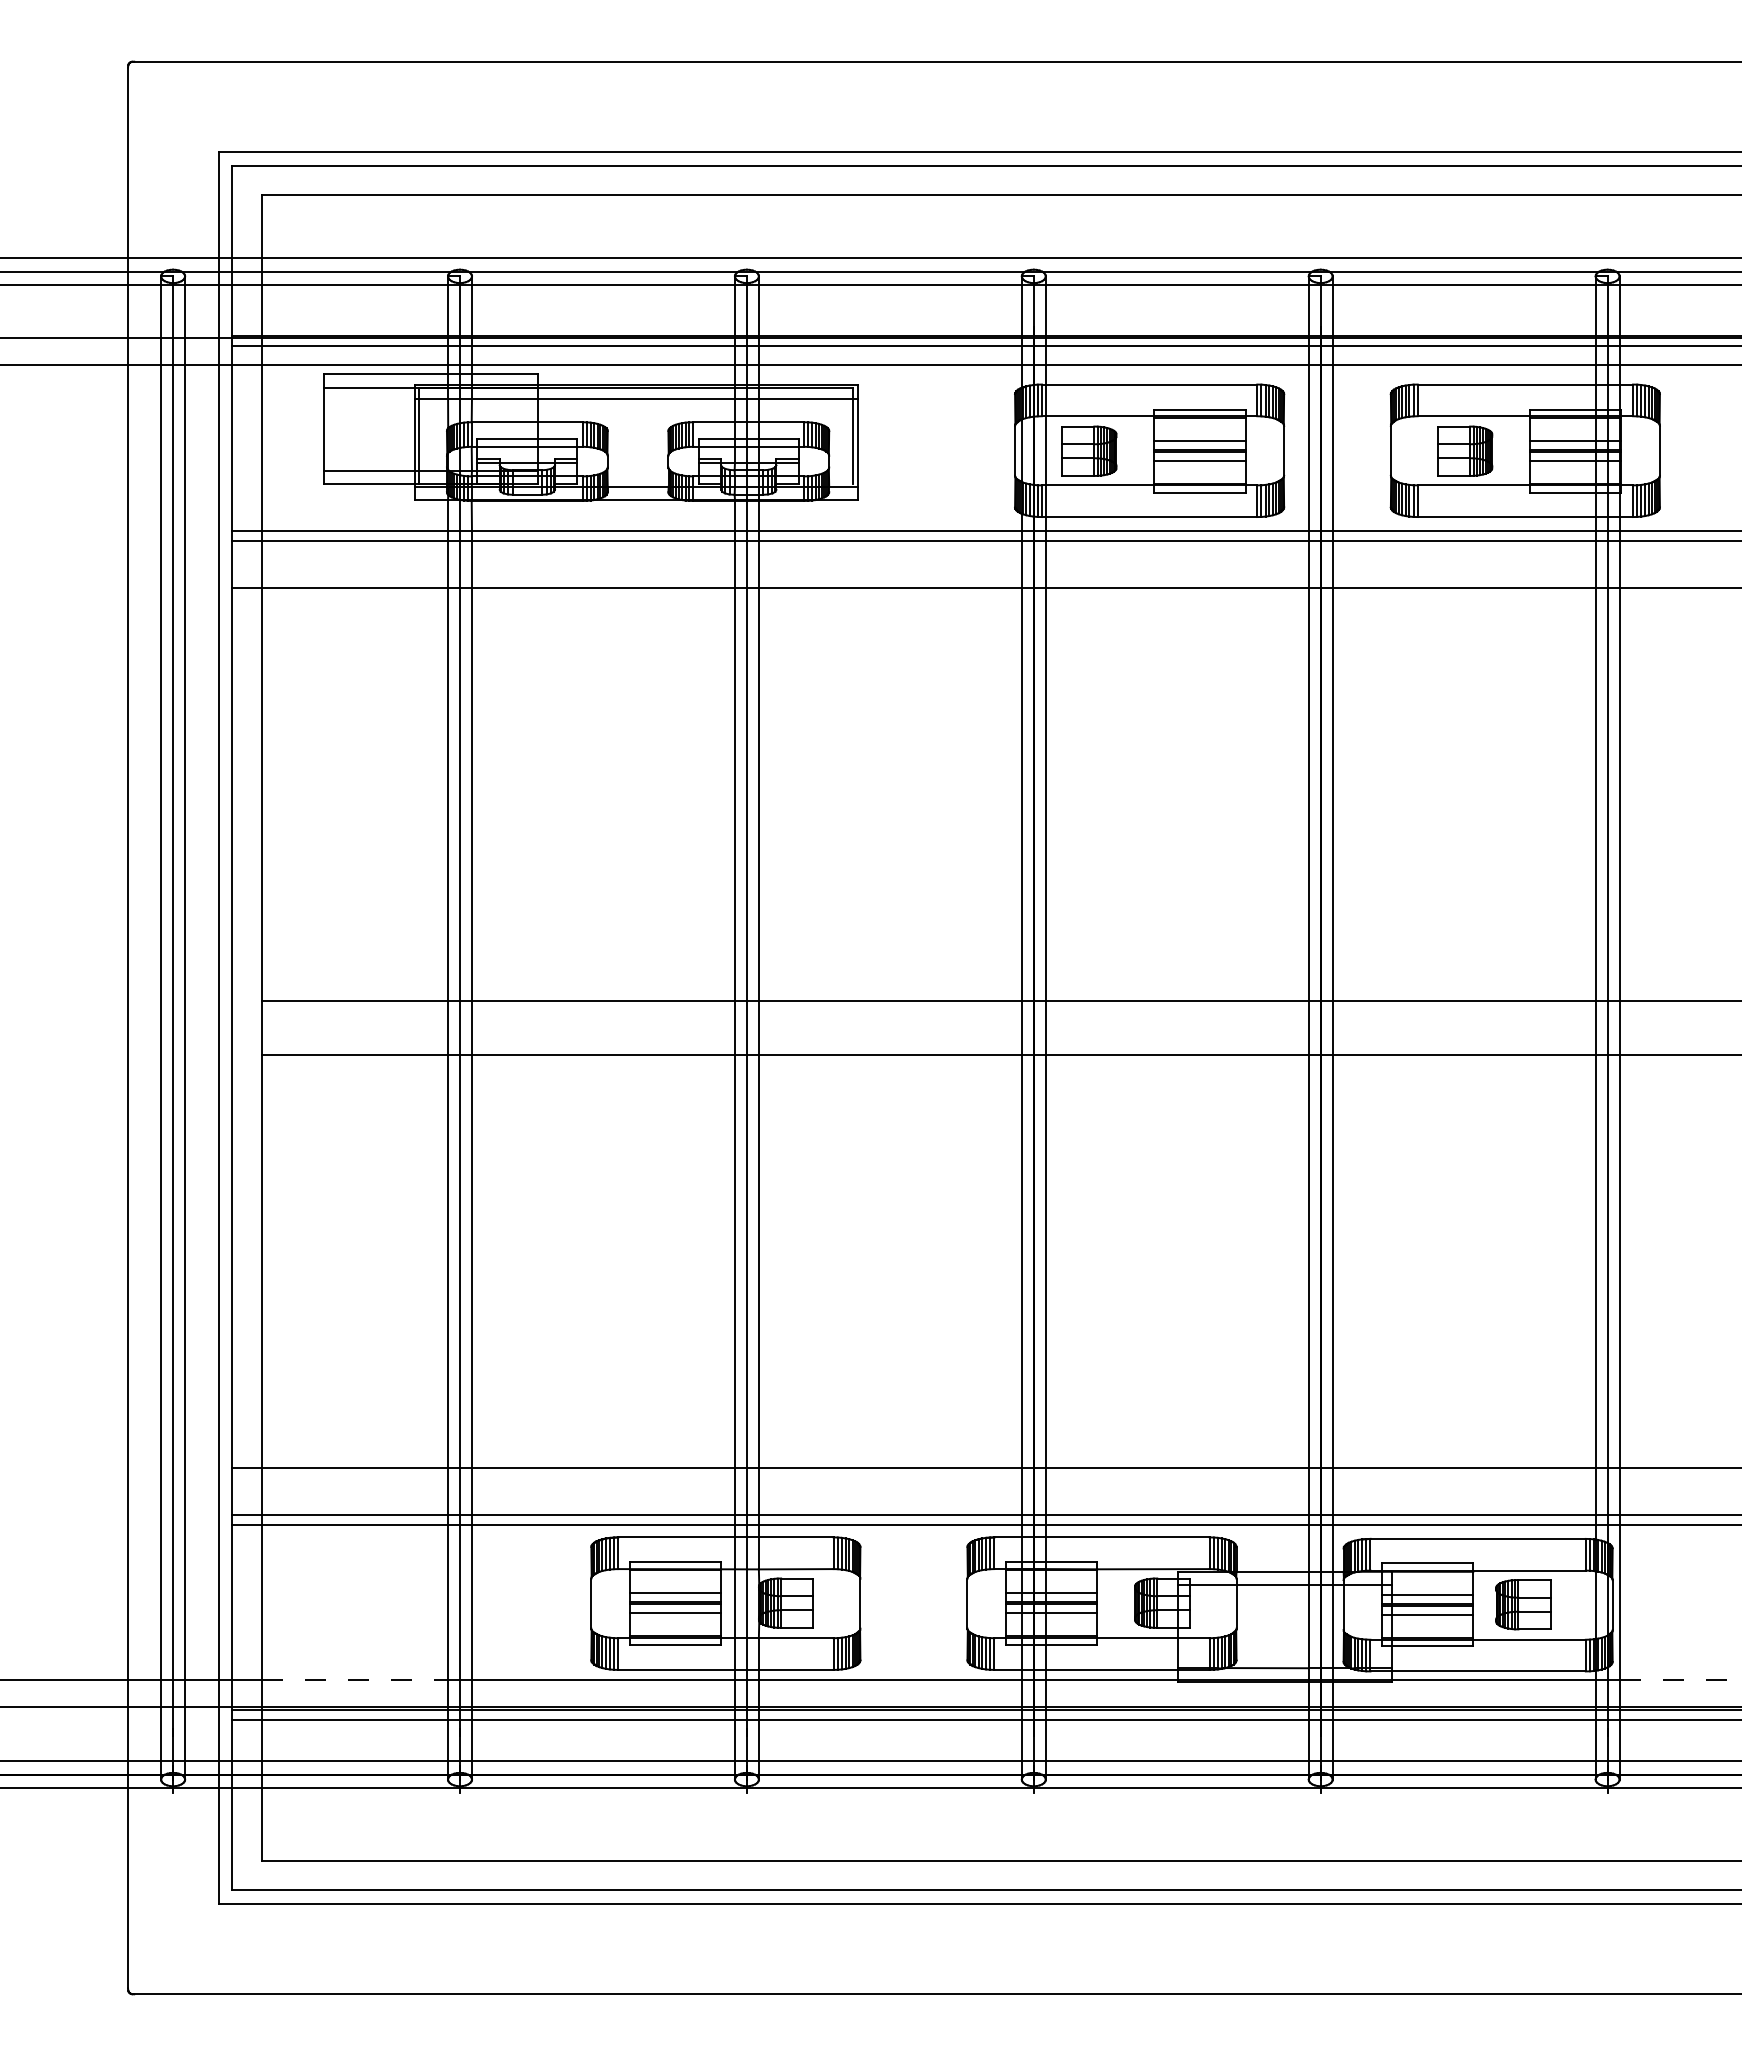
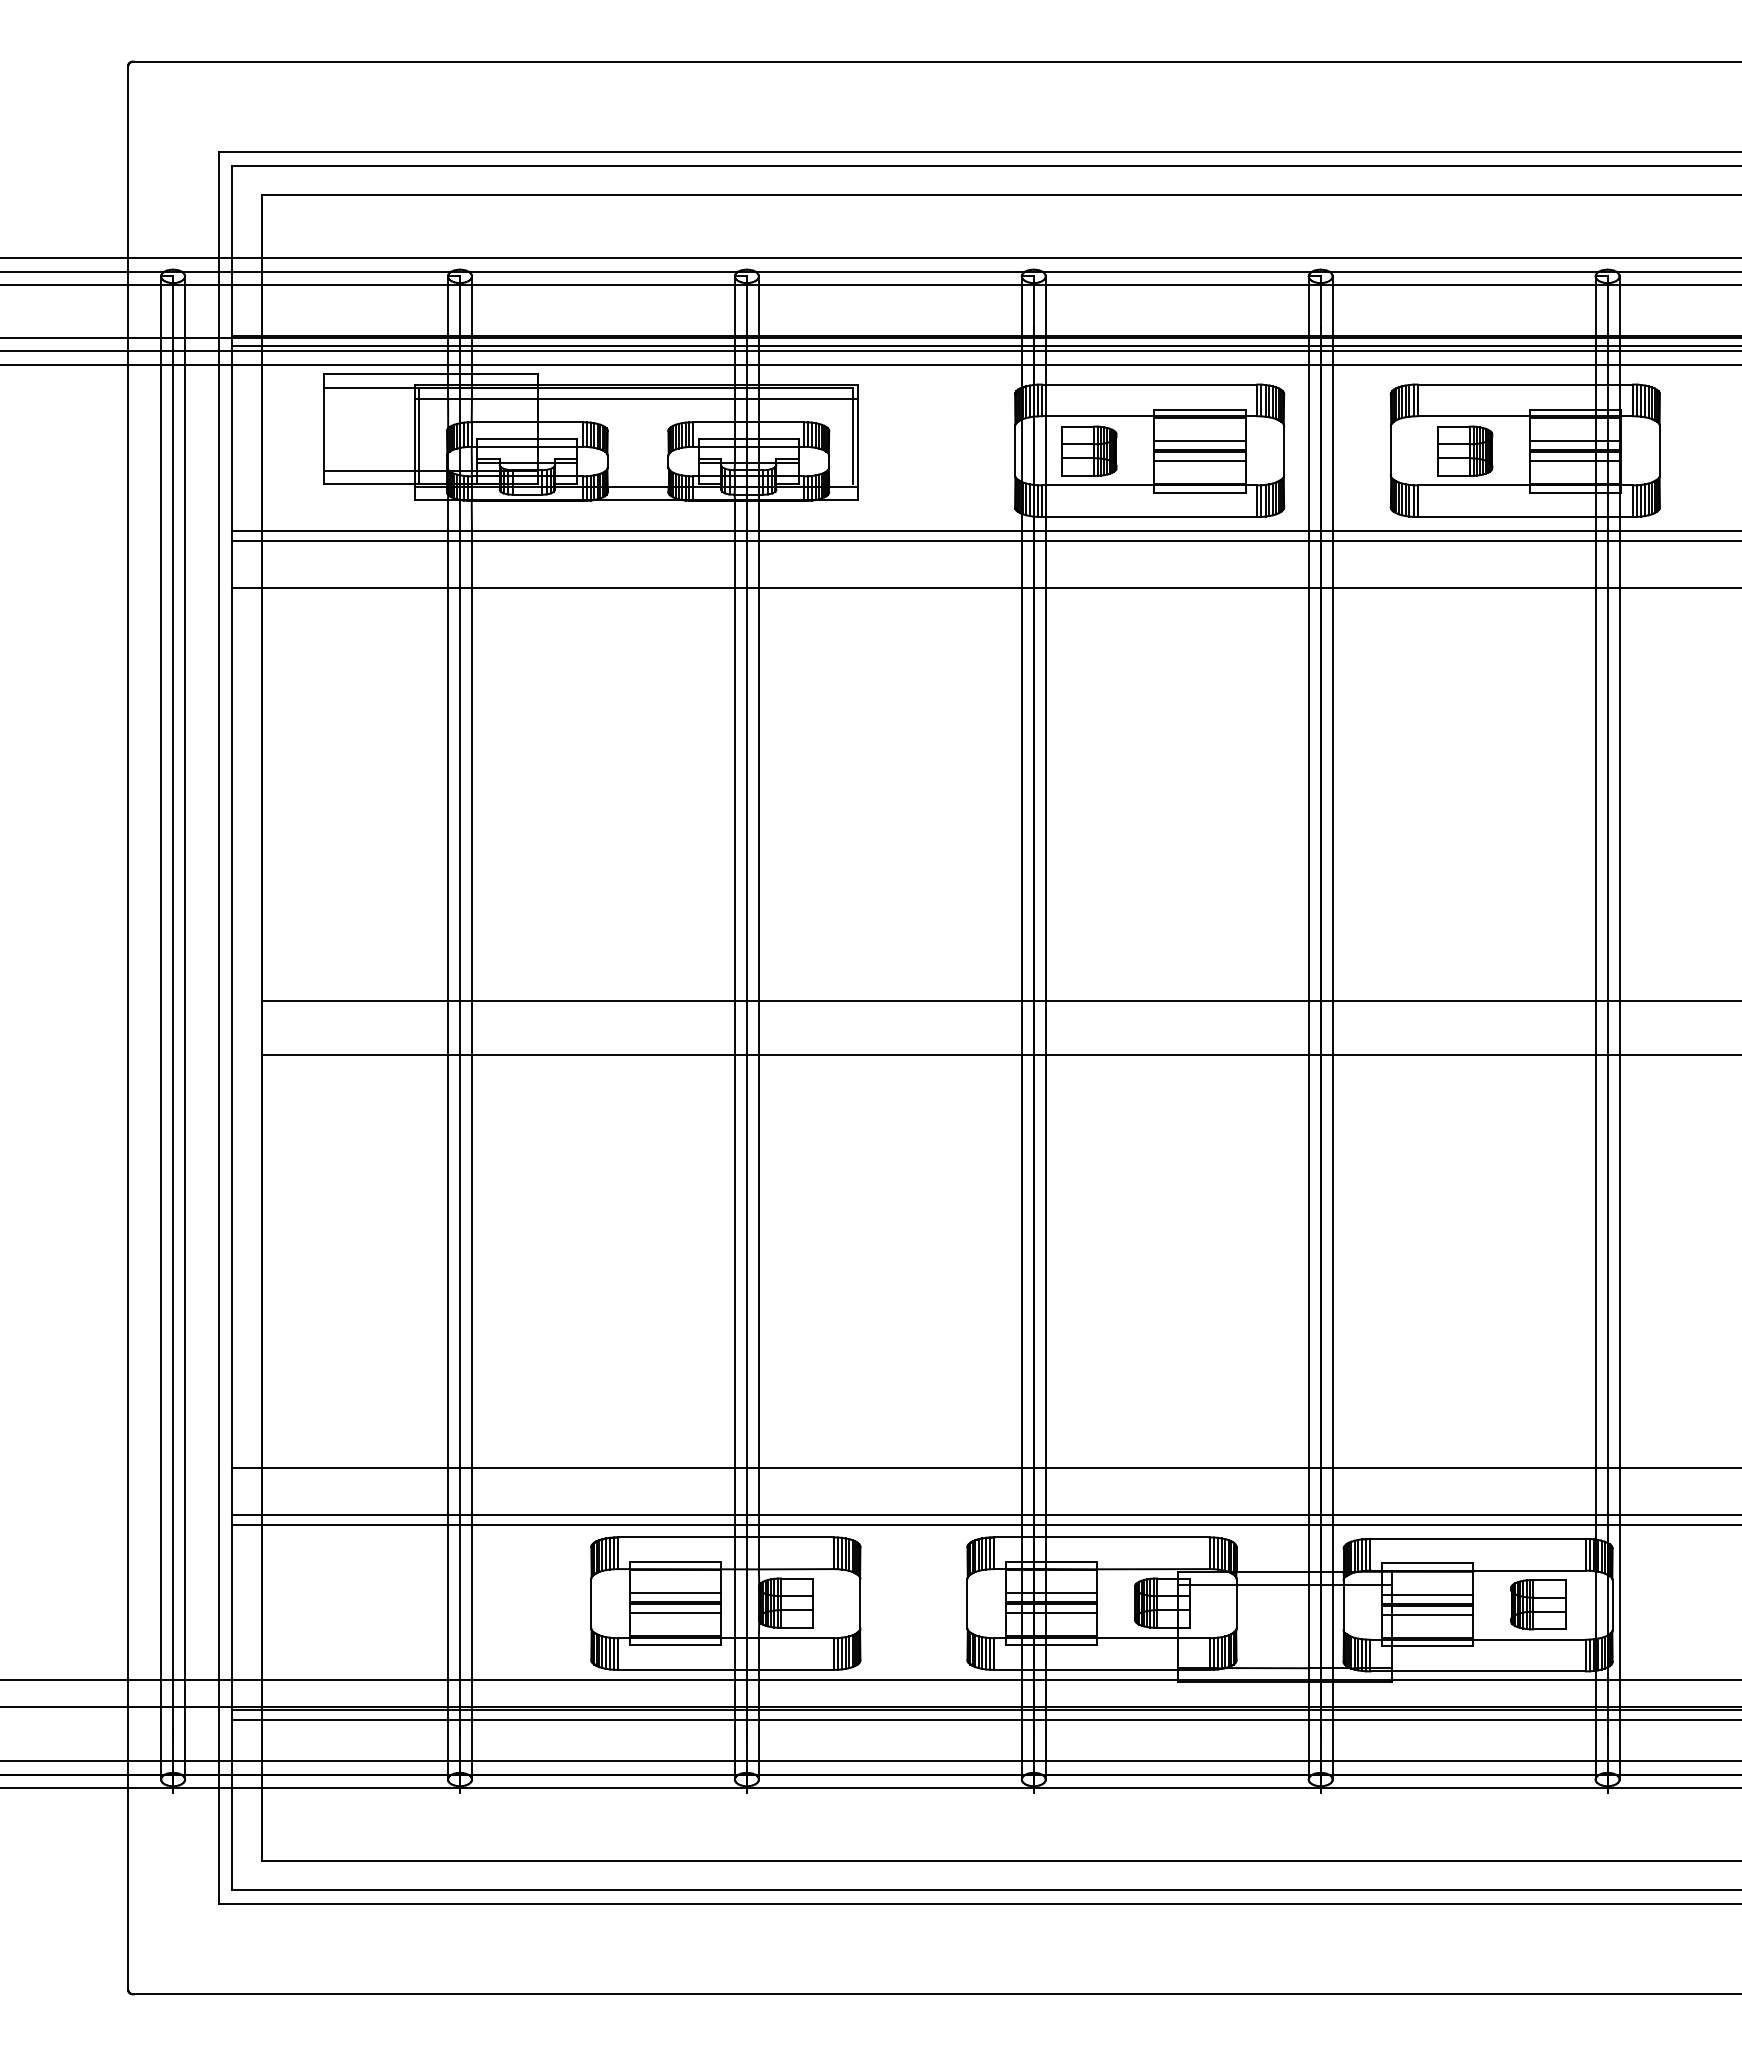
line at (870, 351): none -> present
part at (1523, 1604) position: (1523, 1604) -> (1538, 1604)
line at (355, 1679): dashed -> solid
line at (1680, 1679): dashed -> solid
